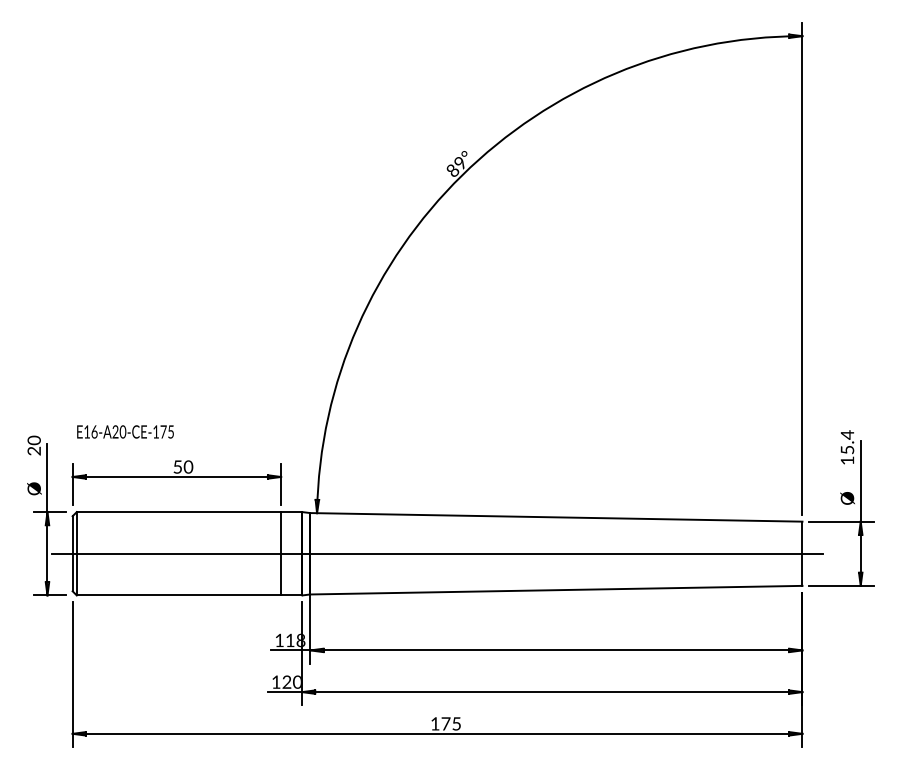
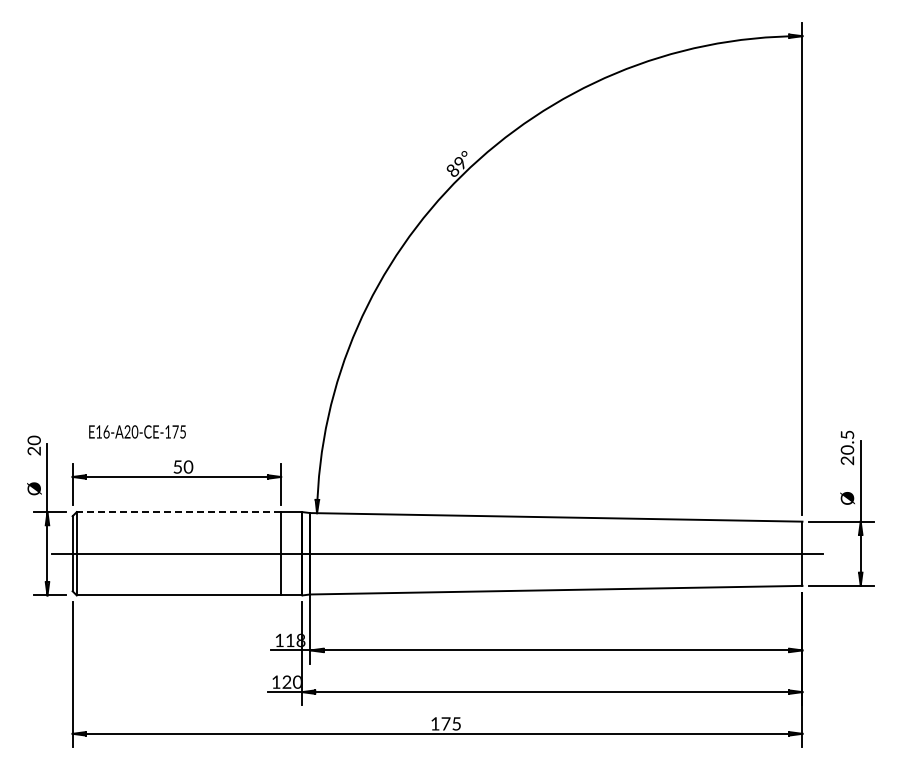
text at (125, 431) position: (125, 431) -> (137, 431)
text at (847, 447): 15.4 -> 20.5
line at (178, 512): solid -> dashed
